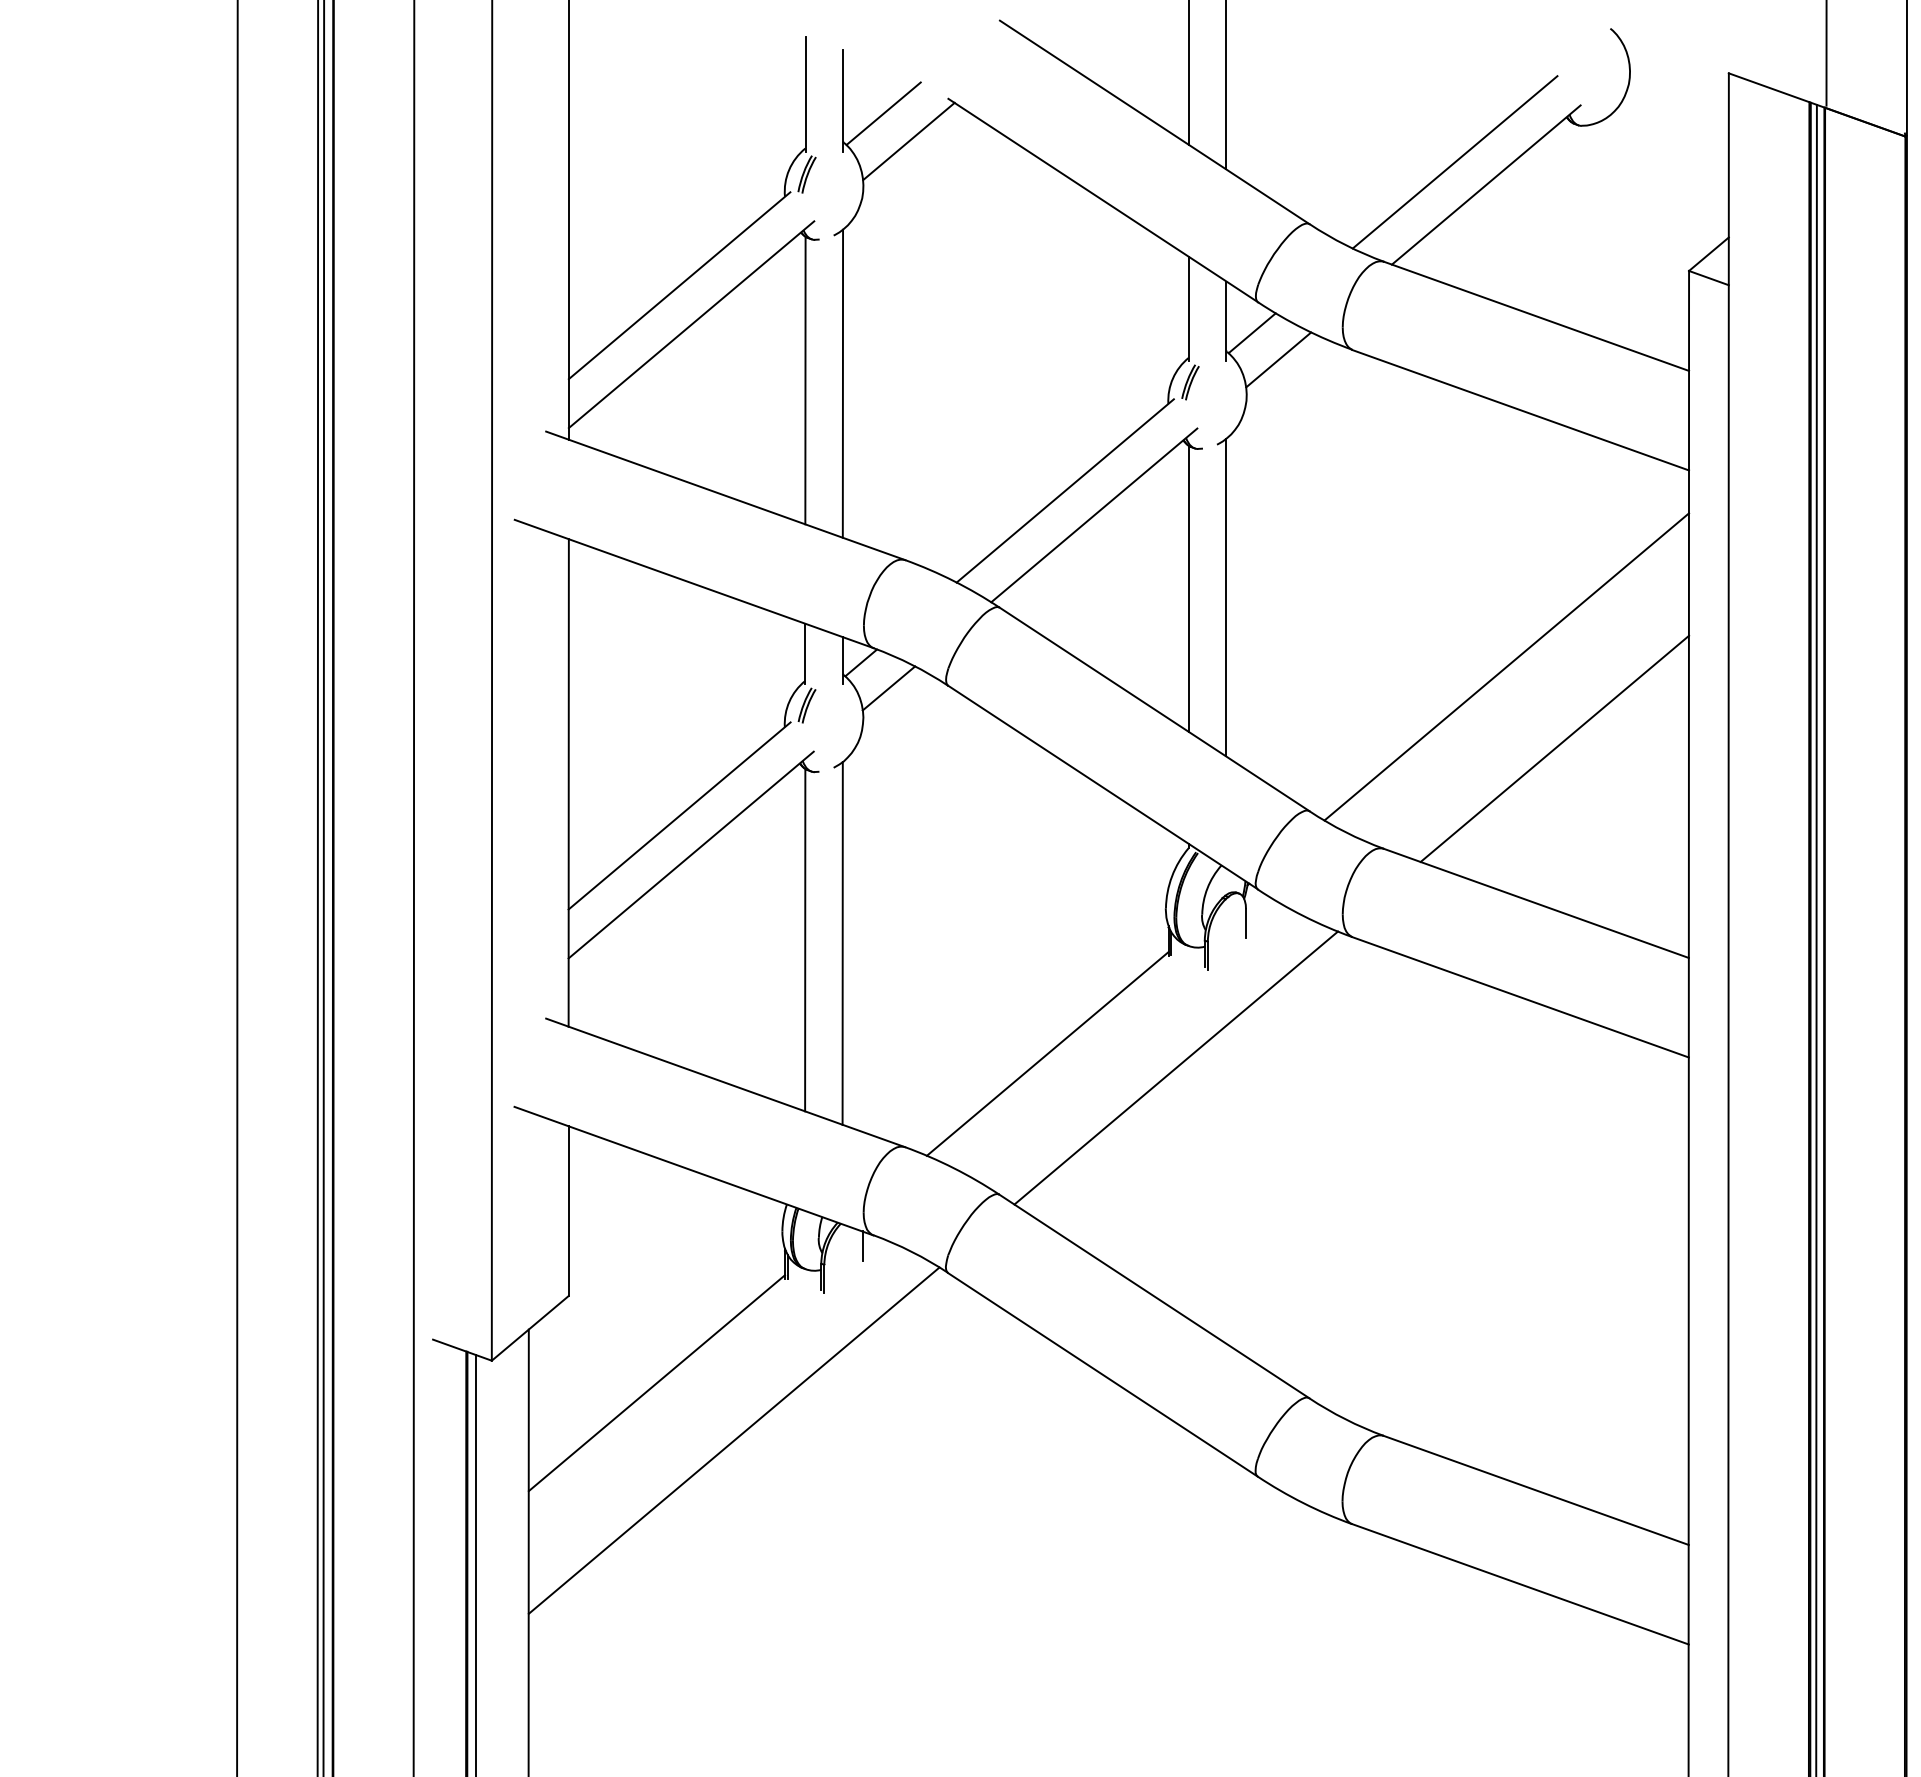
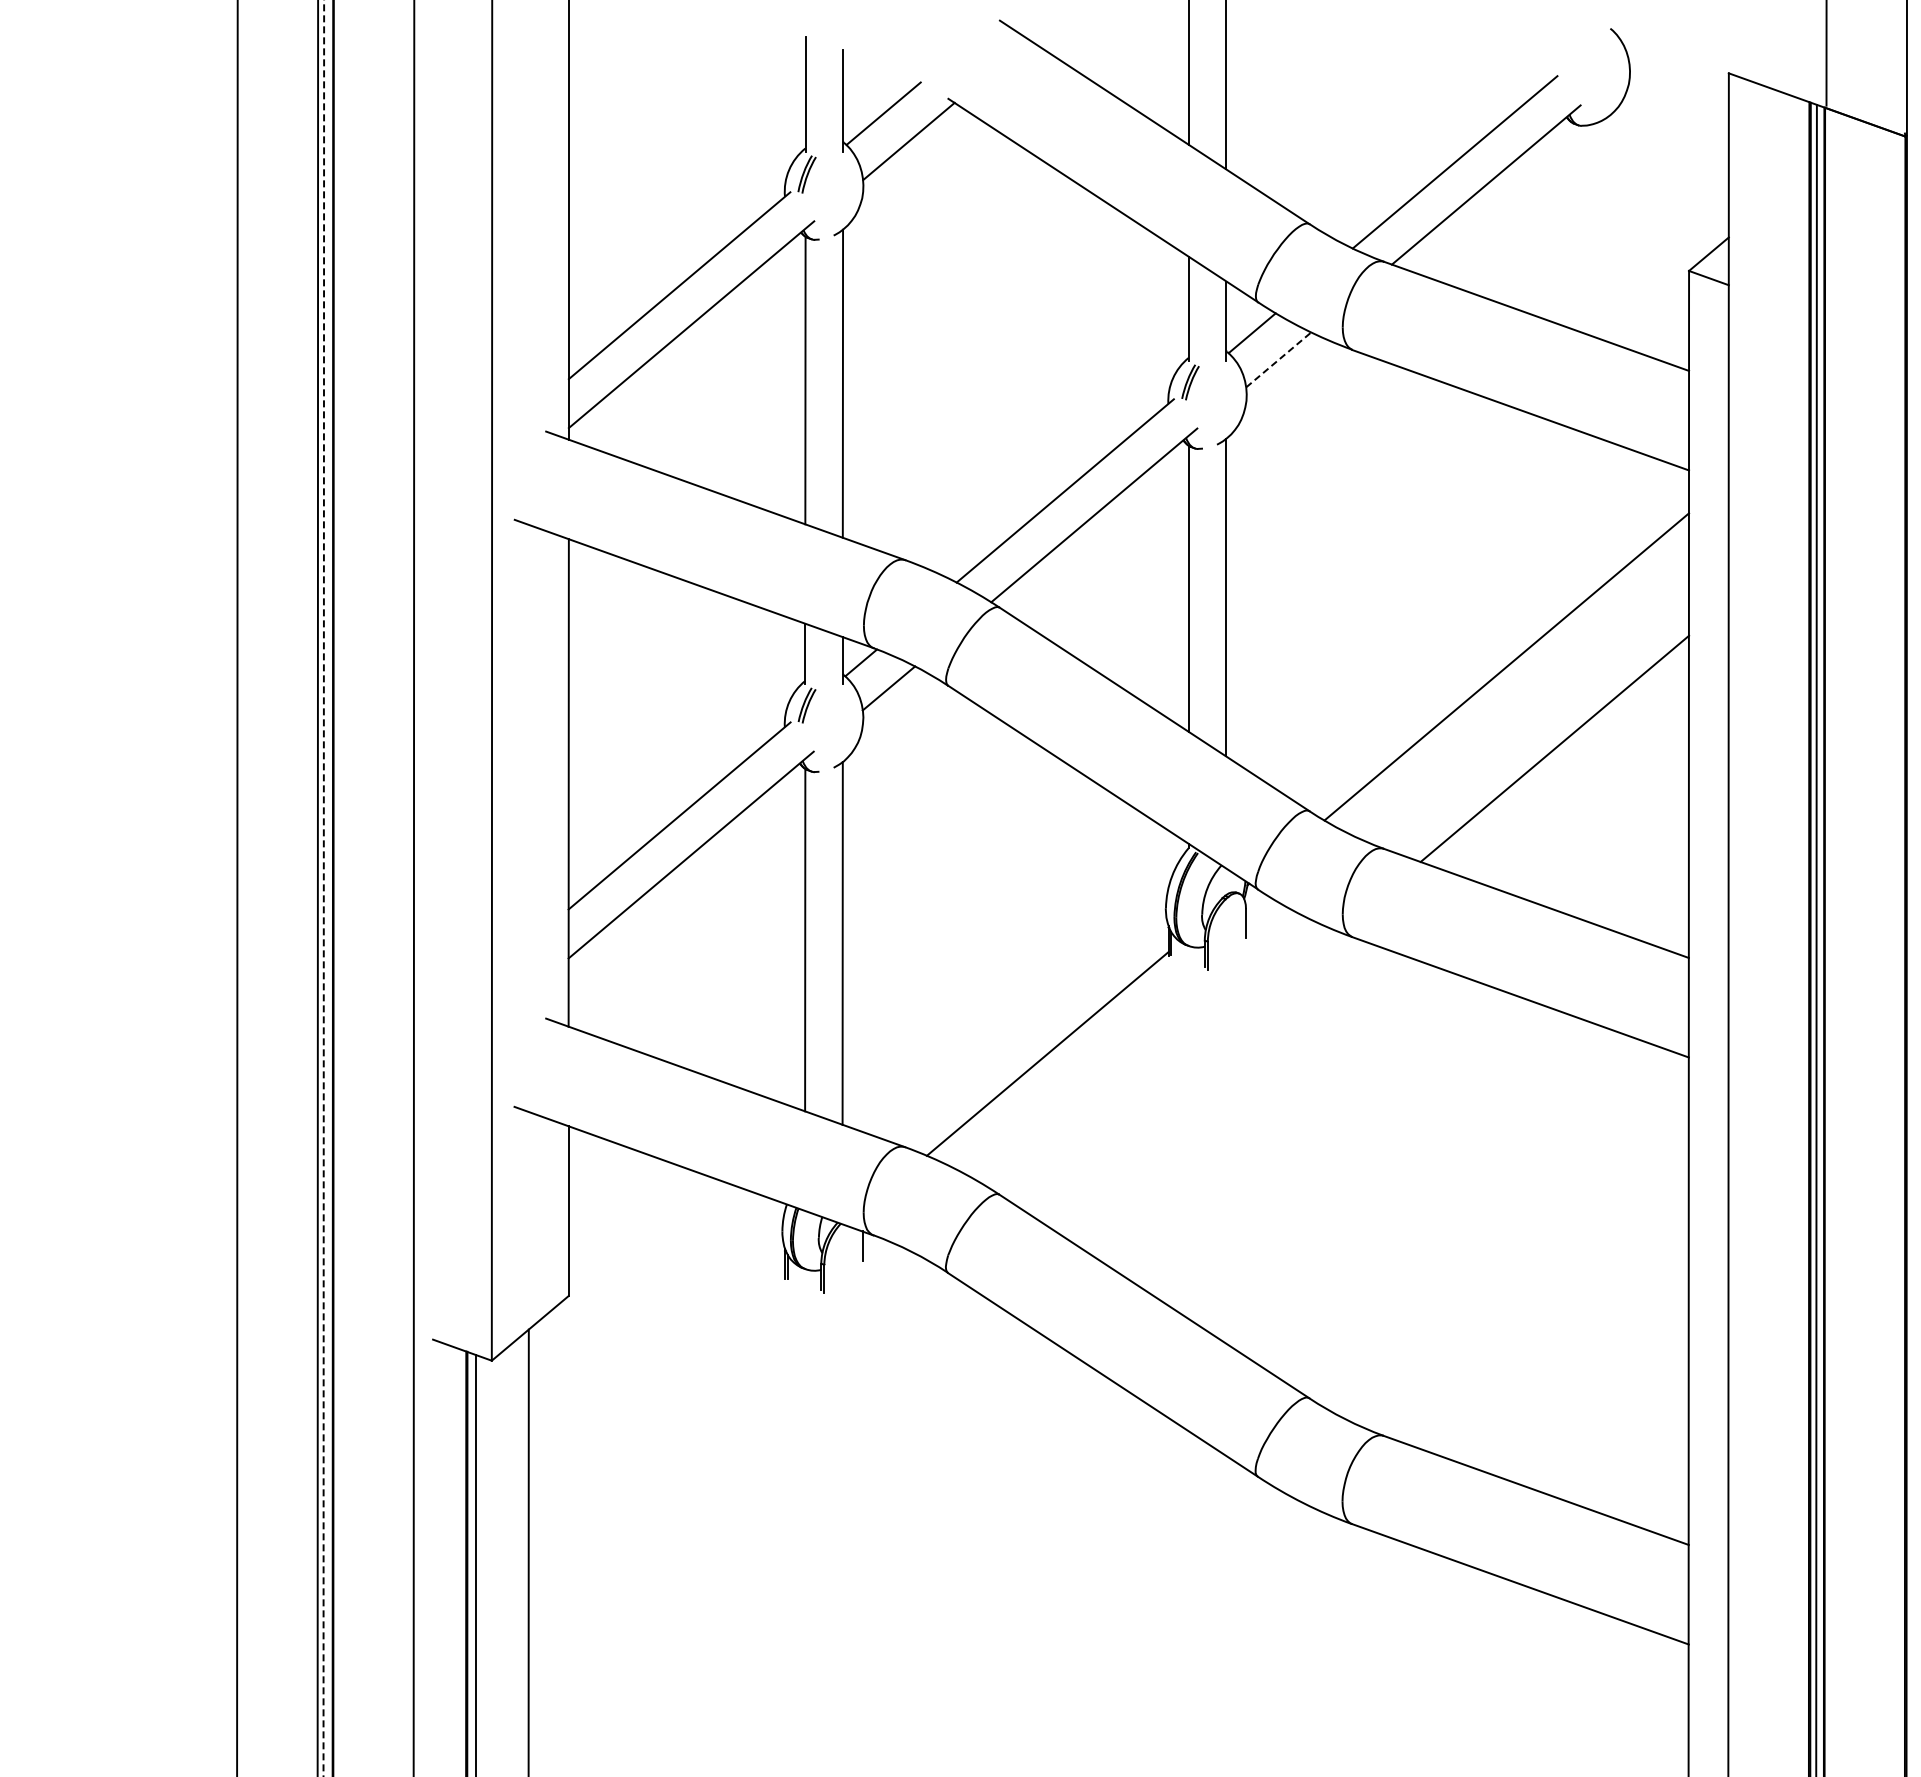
line at (1279, 359): solid -> dashed
line at (323, 888): solid -> dashed
line at (1176, 1067): present -> none
line at (656, 1383): present -> none
line at (733, 1440): present -> none
